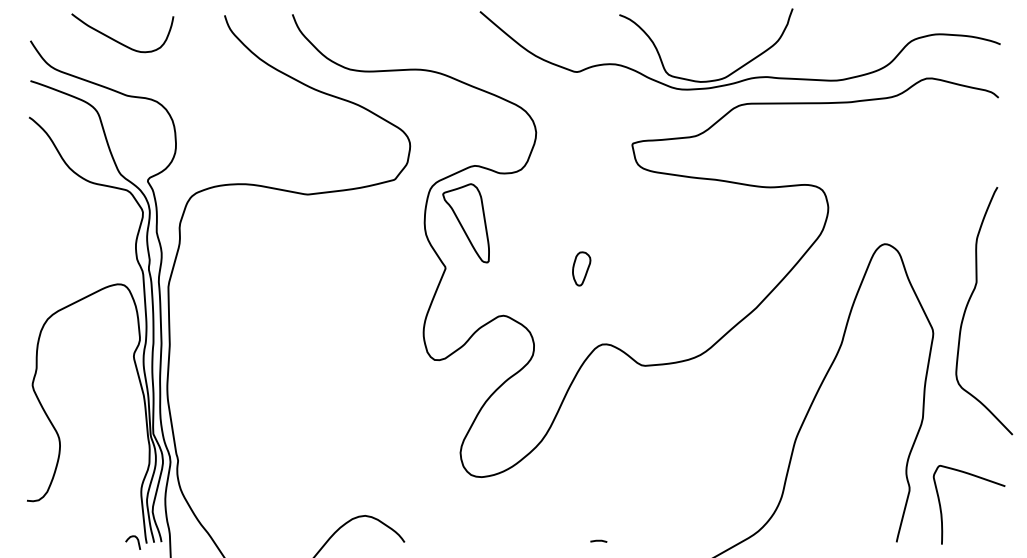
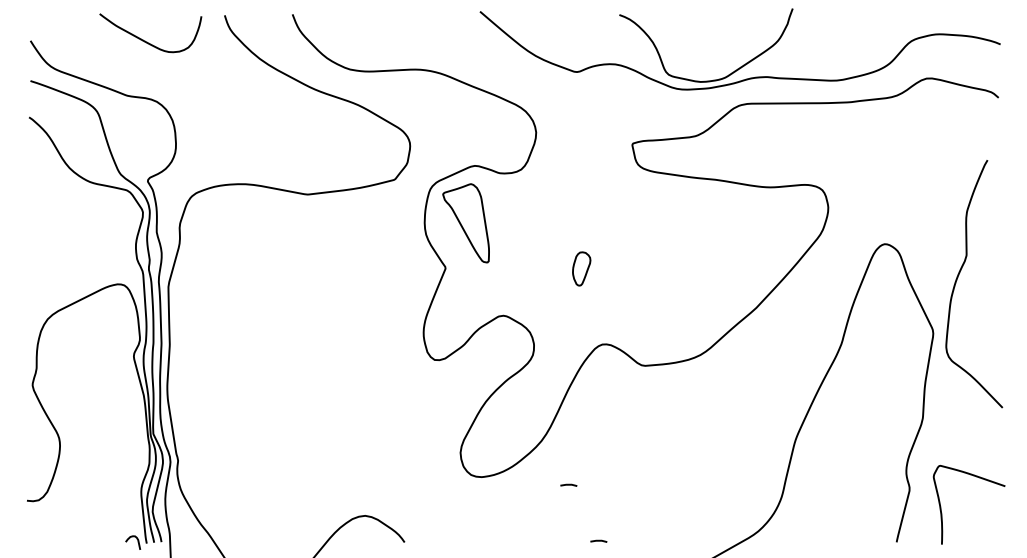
curve at (119, 41) position: (119, 41) -> (147, 41)
curve at (968, 304) position: (968, 304) -> (958, 277)
line at (568, 484): none -> present
